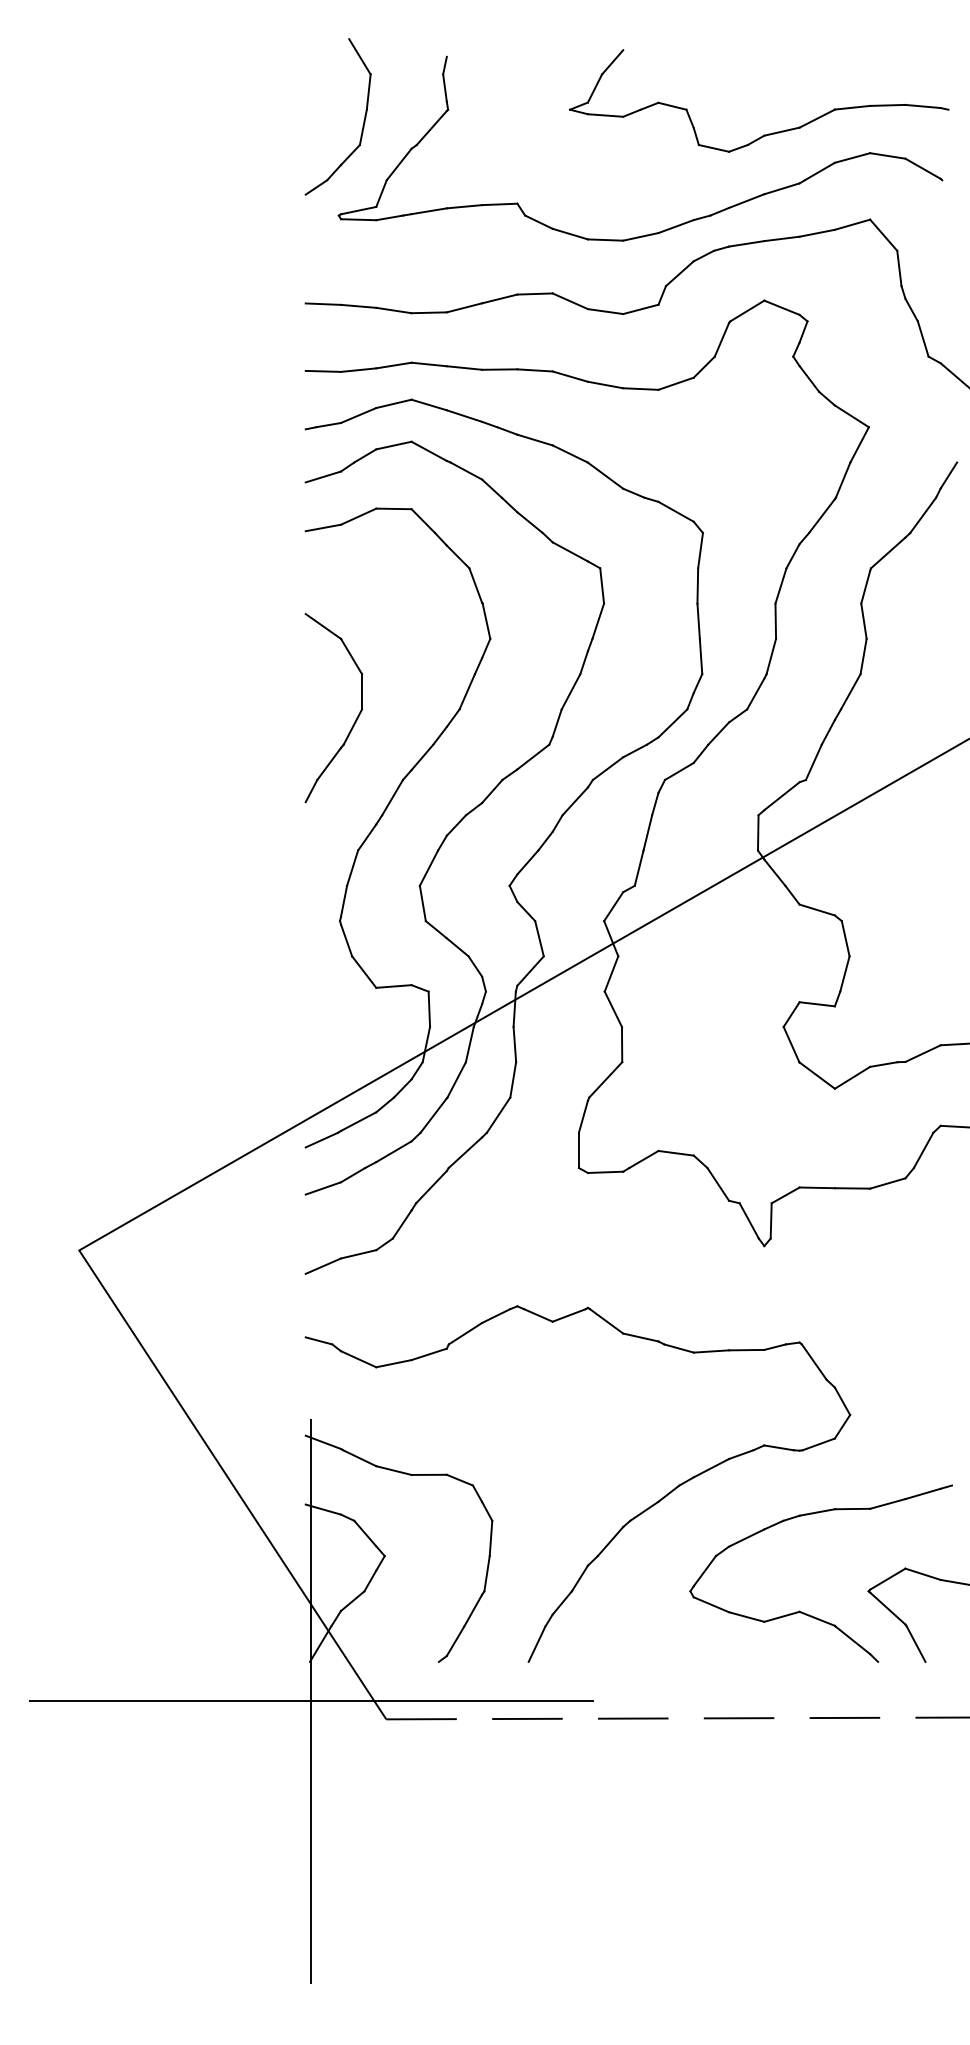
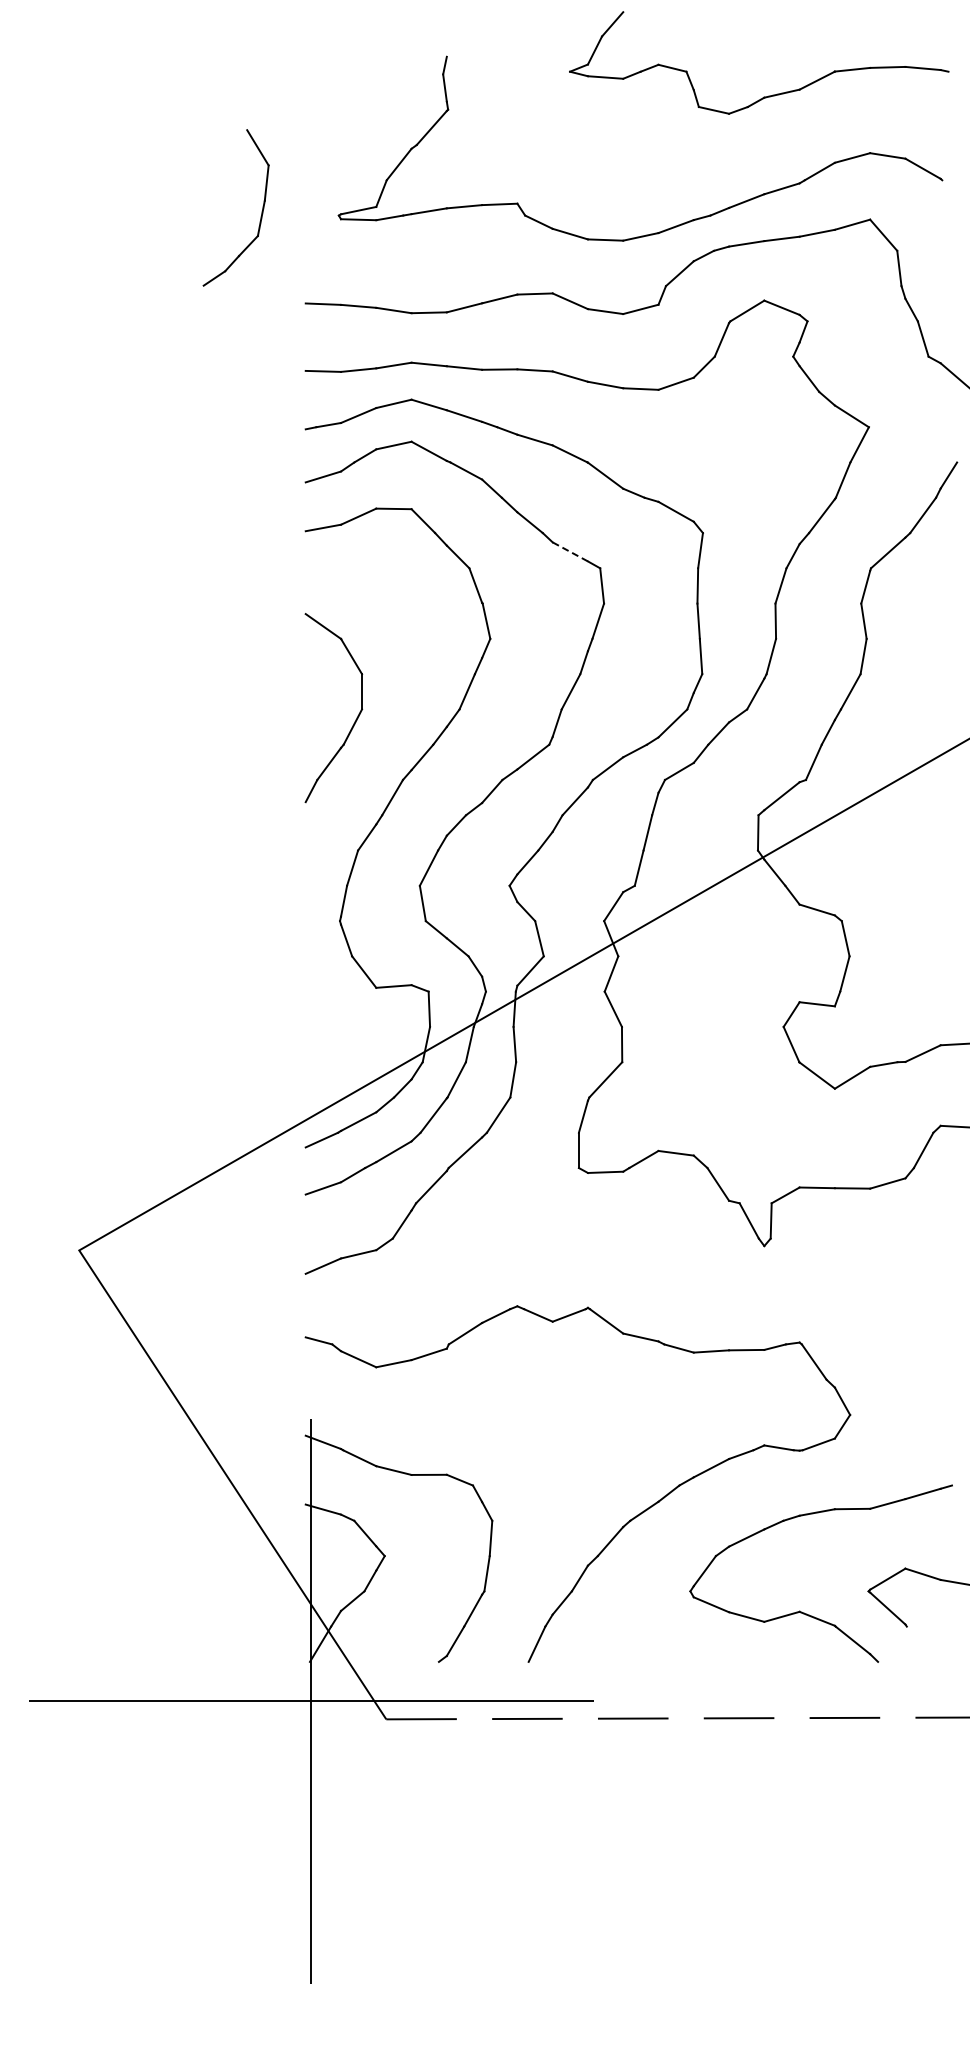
part at (363, 120) position: (363, 120) -> (261, 211)
part at (768, 133) position: (768, 133) -> (768, 95)
line at (569, 551): solid -> dashed
line at (915, 1643): present -> none
